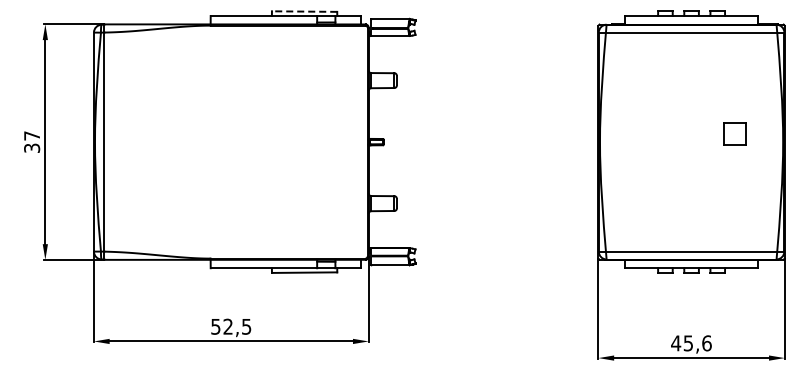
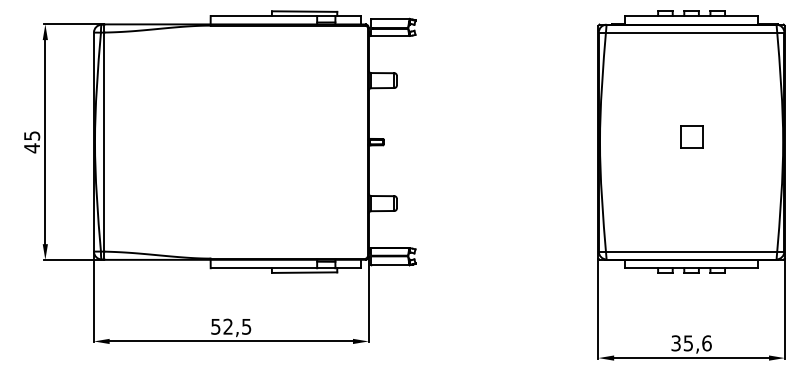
line at (304, 11): dashed -> solid
part at (734, 133) position: (734, 133) -> (691, 136)
text at (32, 142): 37 -> 45
text at (676, 343): 45,6 -> 35,6
